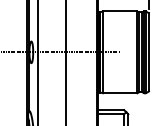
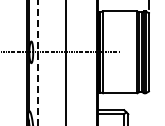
line at (37, 62): solid -> dashed
